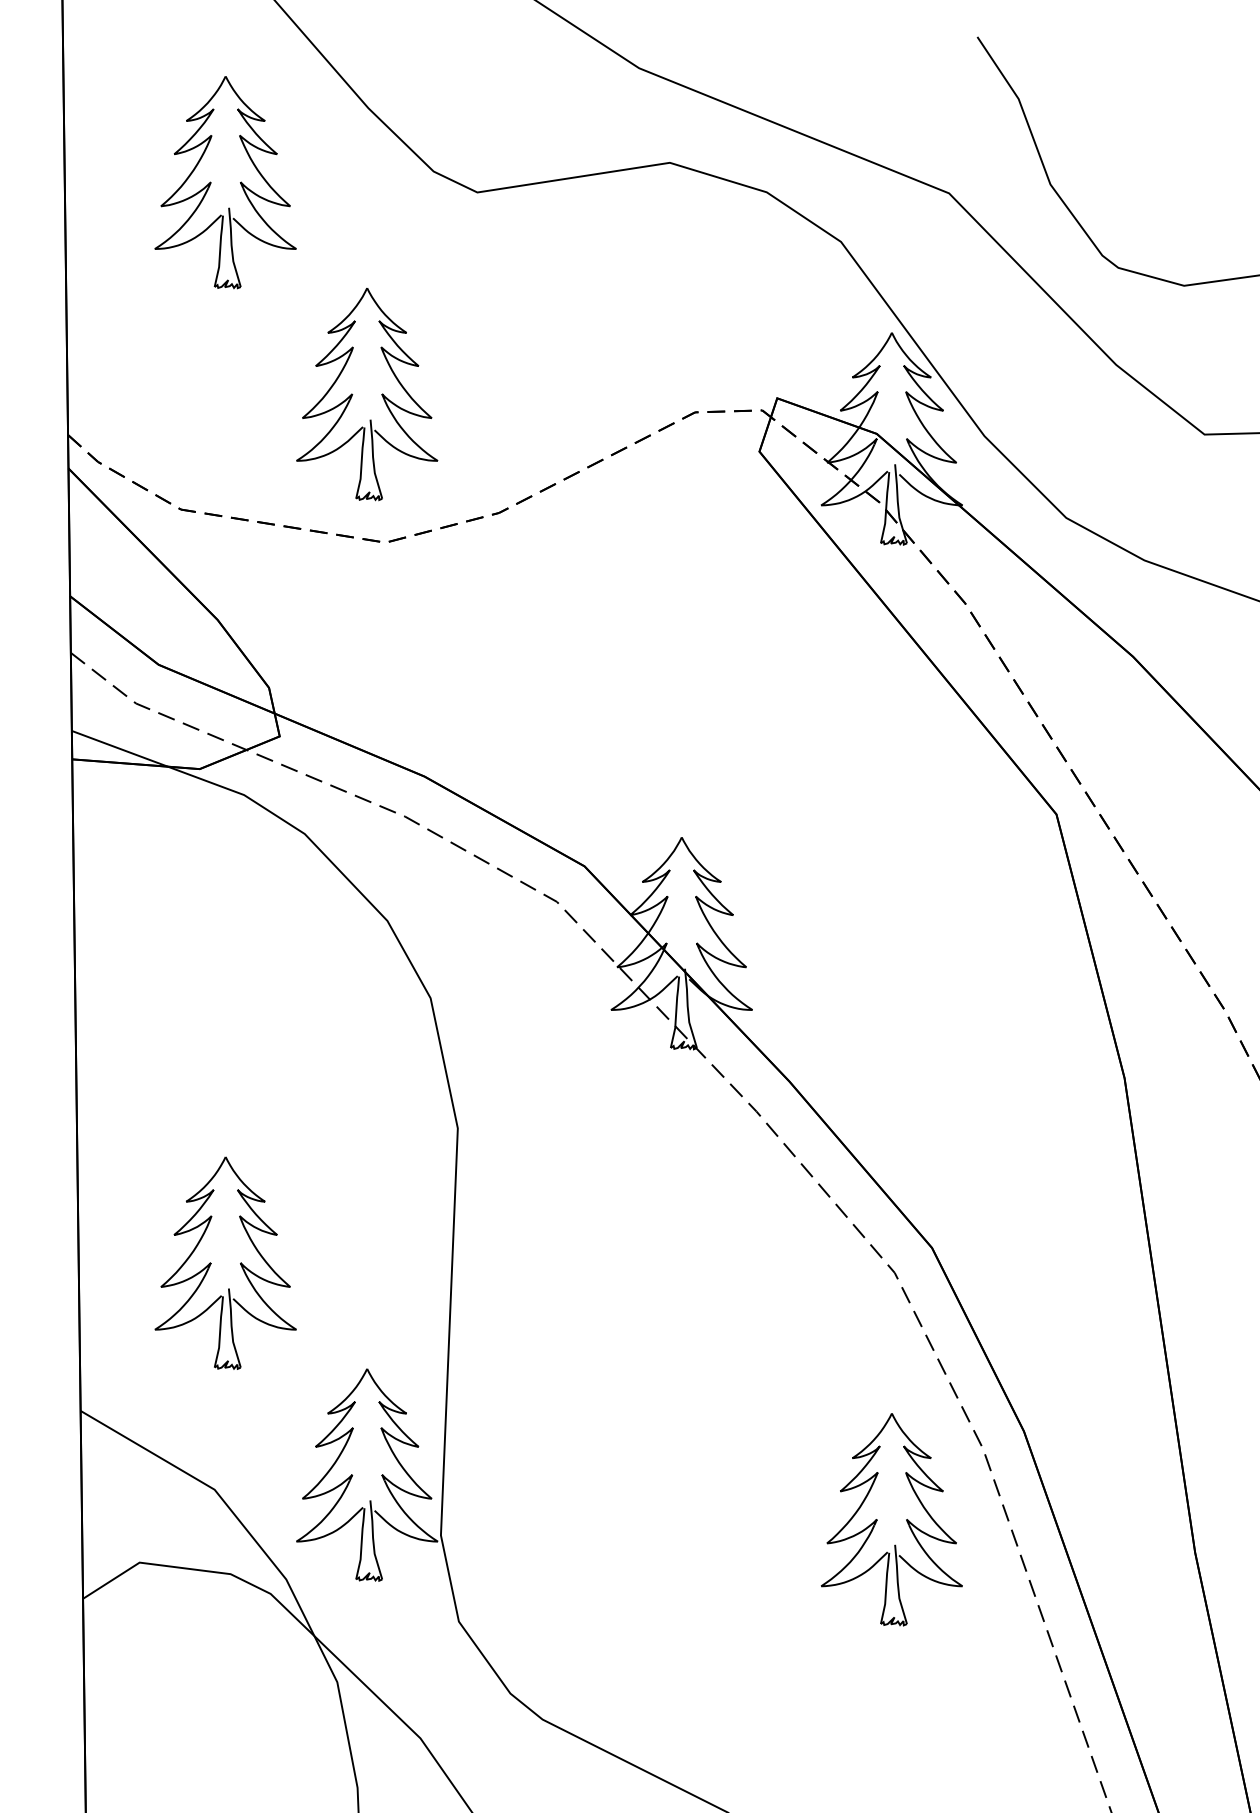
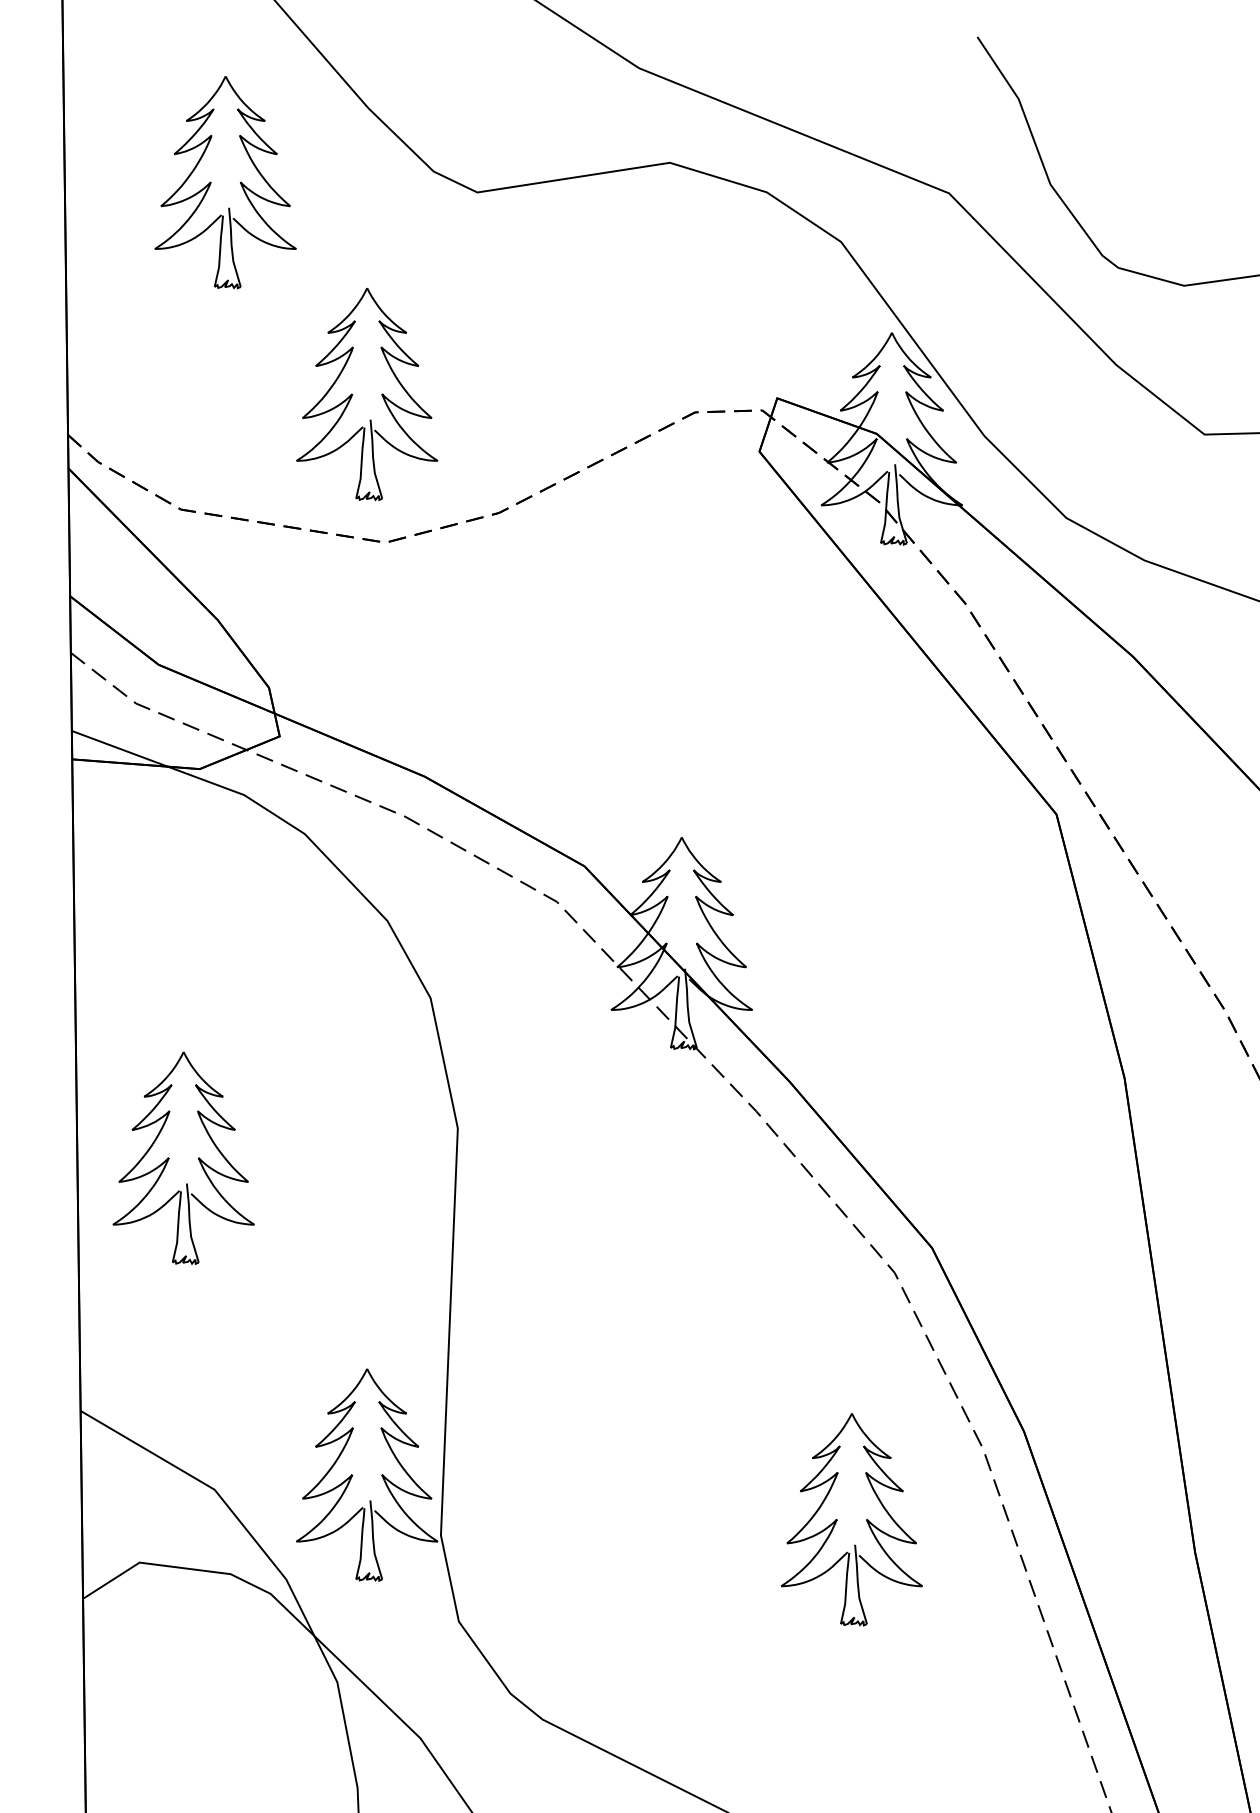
part at (211, 1263) position: (211, 1263) -> (169, 1158)
part at (891, 1519) position: (891, 1519) -> (851, 1519)
